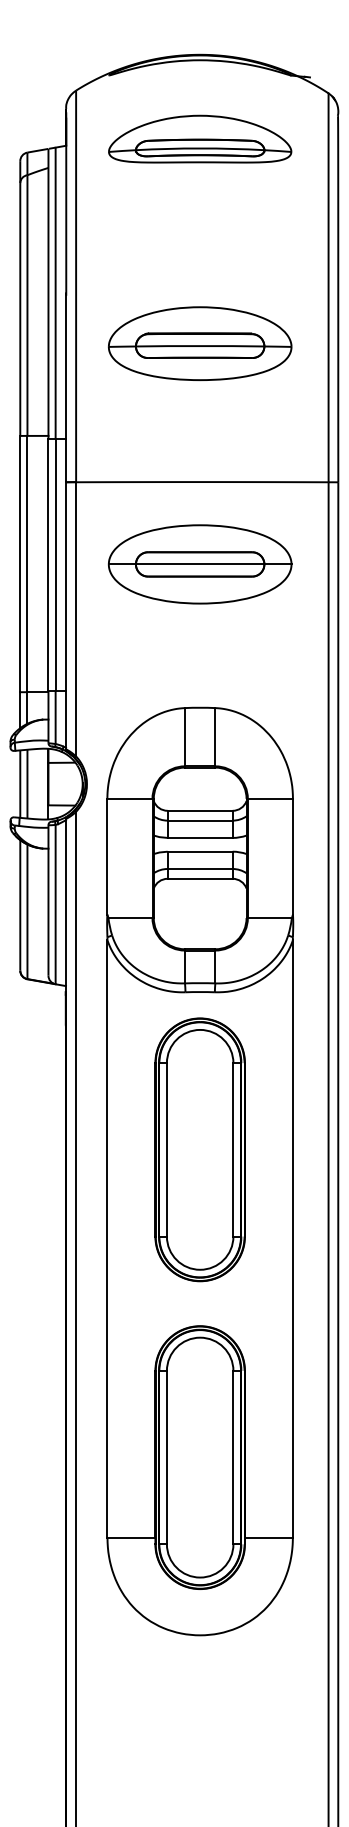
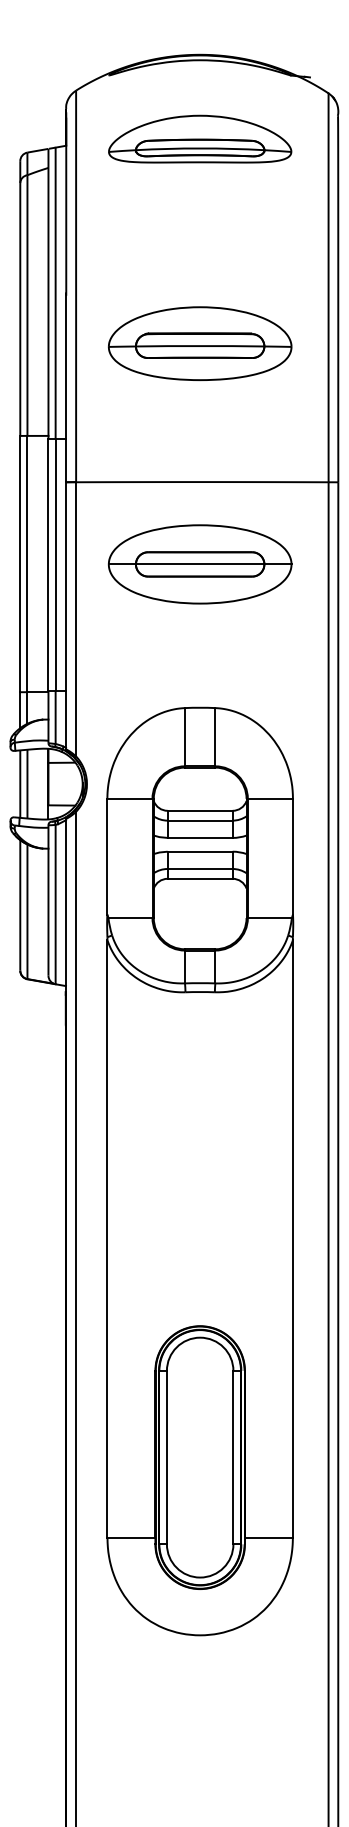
part at (199, 1149): present -> none
